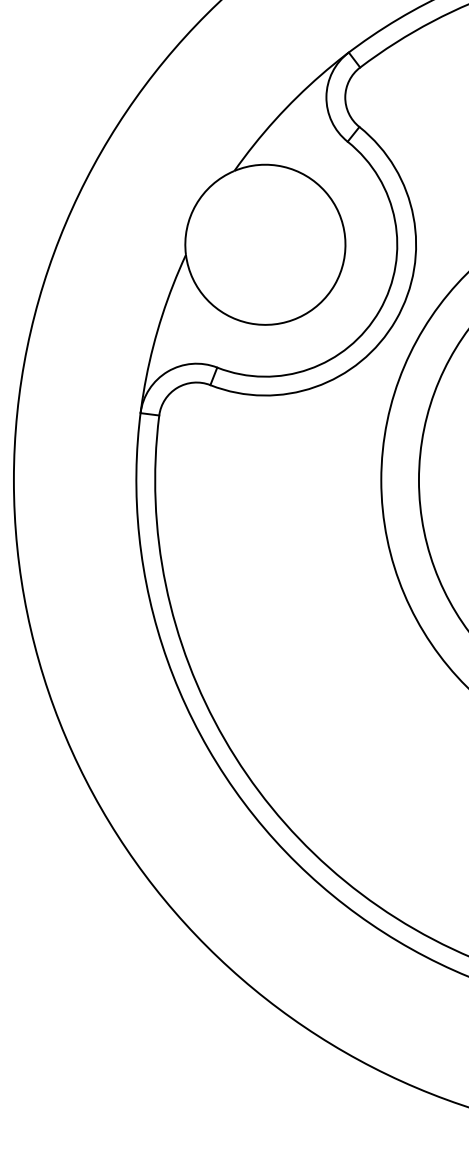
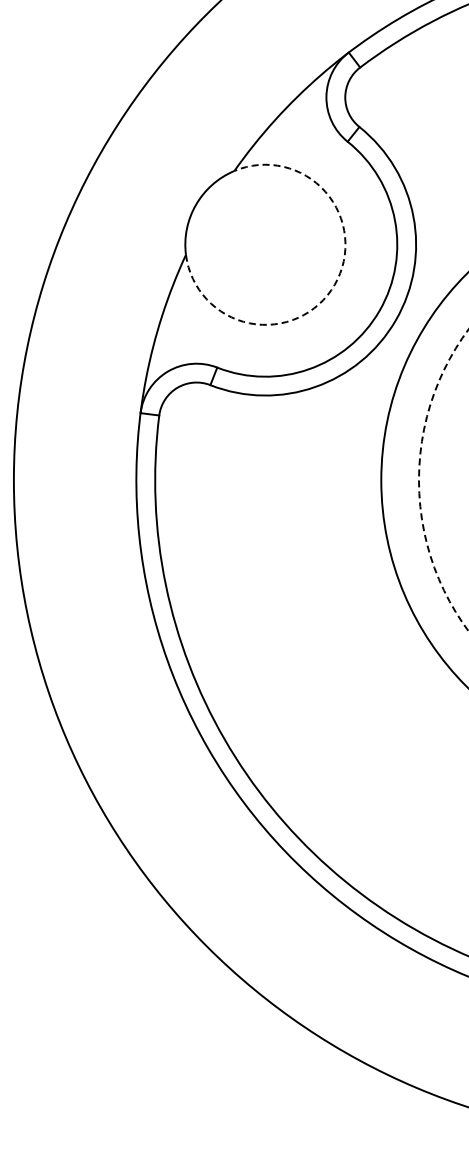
arc at (334, 284): solid -> dashed
circle at (443, 479): solid -> dashed
